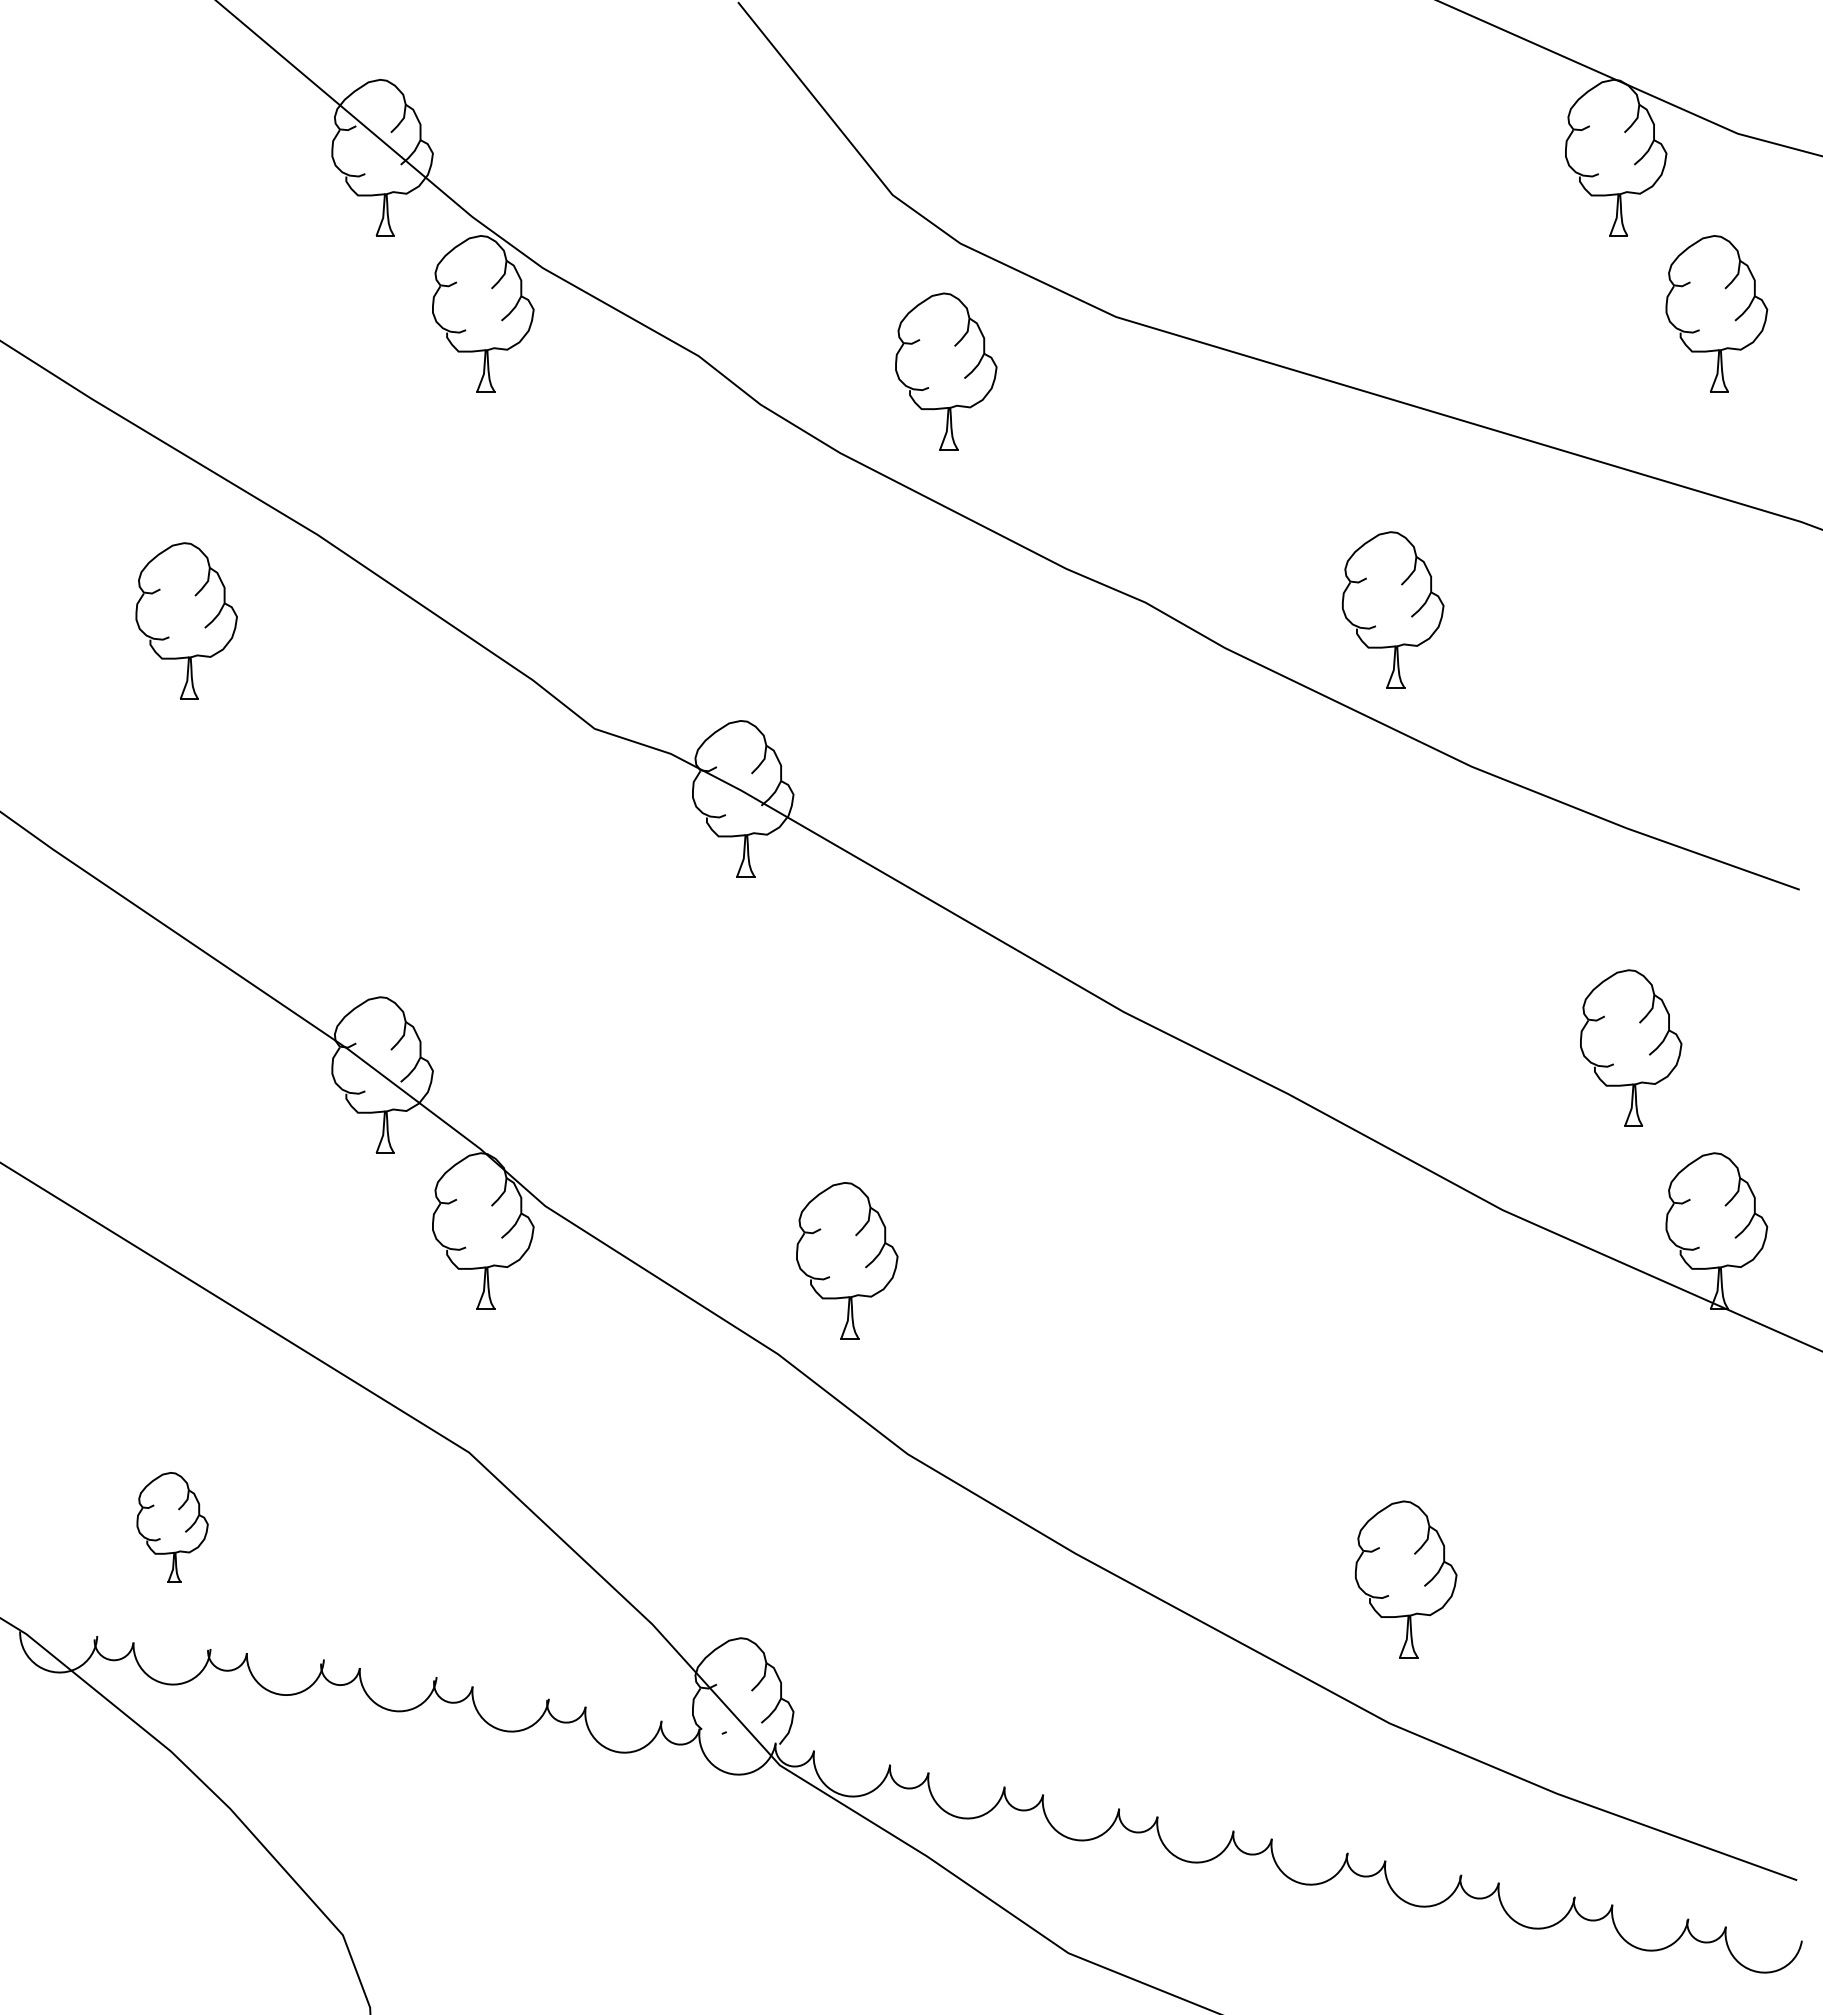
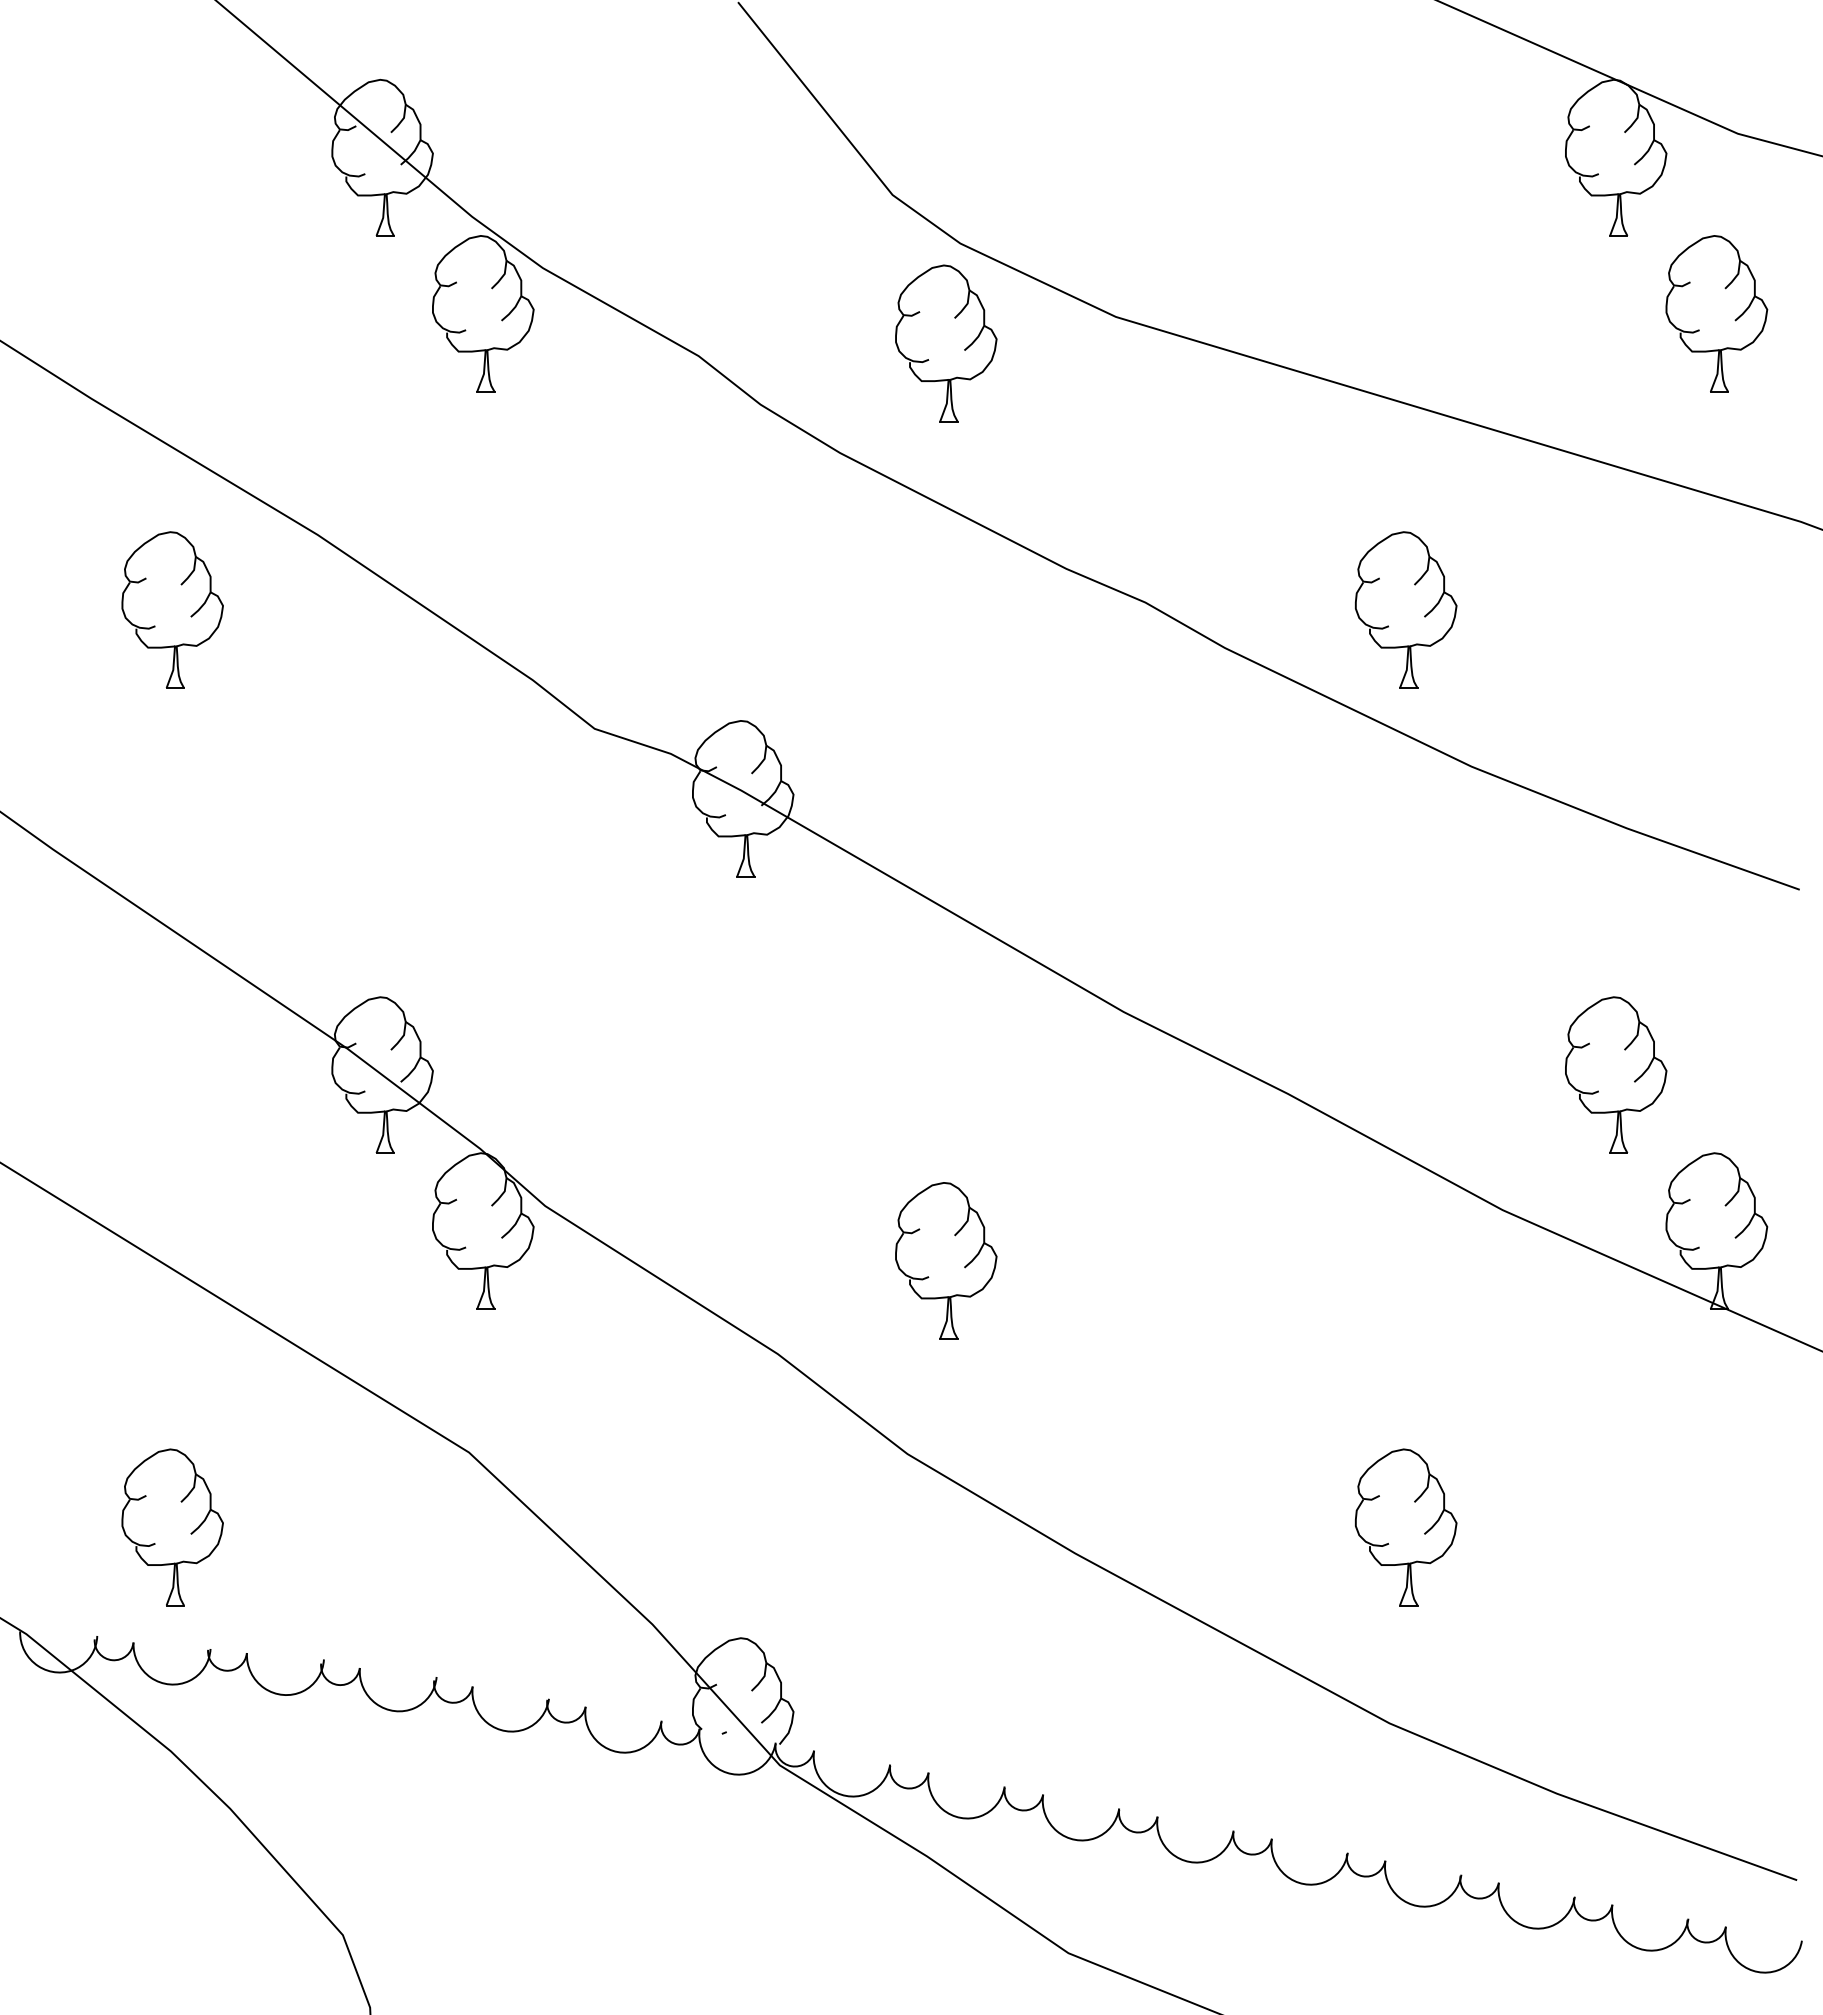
part at (946, 371) position: (946, 371) -> (946, 343)
part at (1393, 609) position: (1393, 609) -> (1406, 609)
part at (186, 620) position: (186, 620) -> (172, 609)
part at (1631, 1047) position: (1631, 1047) -> (1616, 1074)
part at (847, 1260) position: (847, 1260) -> (946, 1260)
part at (172, 1527) size: 73x111 px -> 103x159 px
part at (1406, 1579) position: (1406, 1579) -> (1406, 1527)
